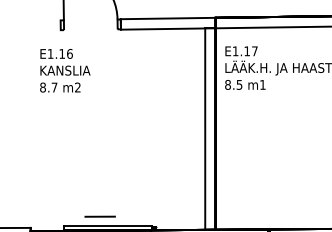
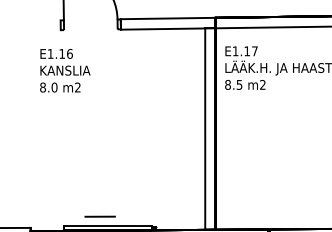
text at (262, 84): m1 -> m2
text at (54, 87): 8.7 -> 8.0
